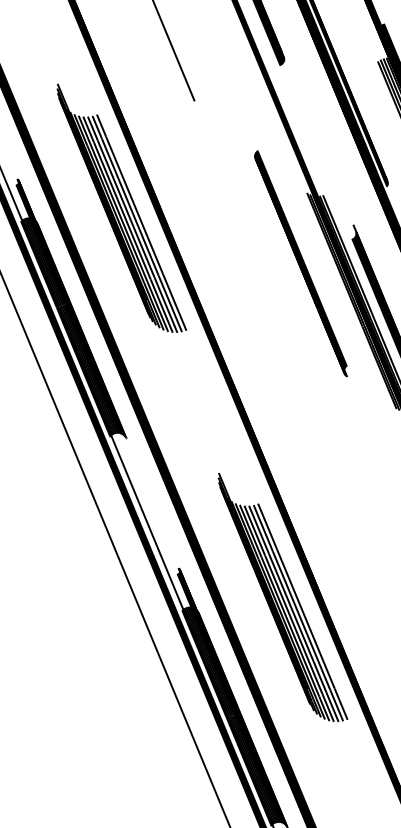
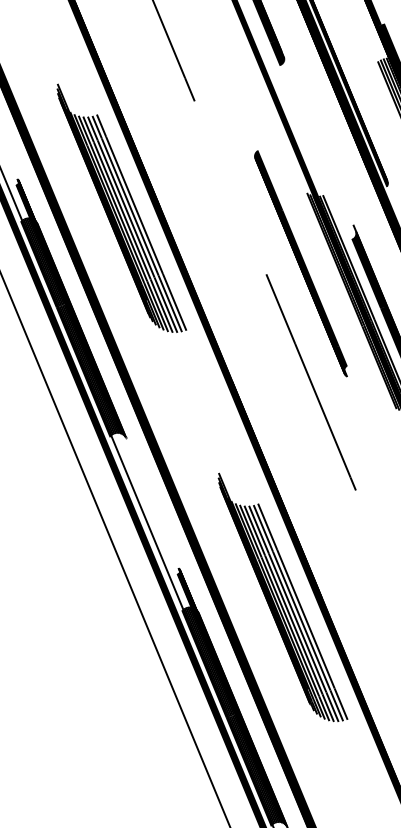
line at (310, 382): none -> present
